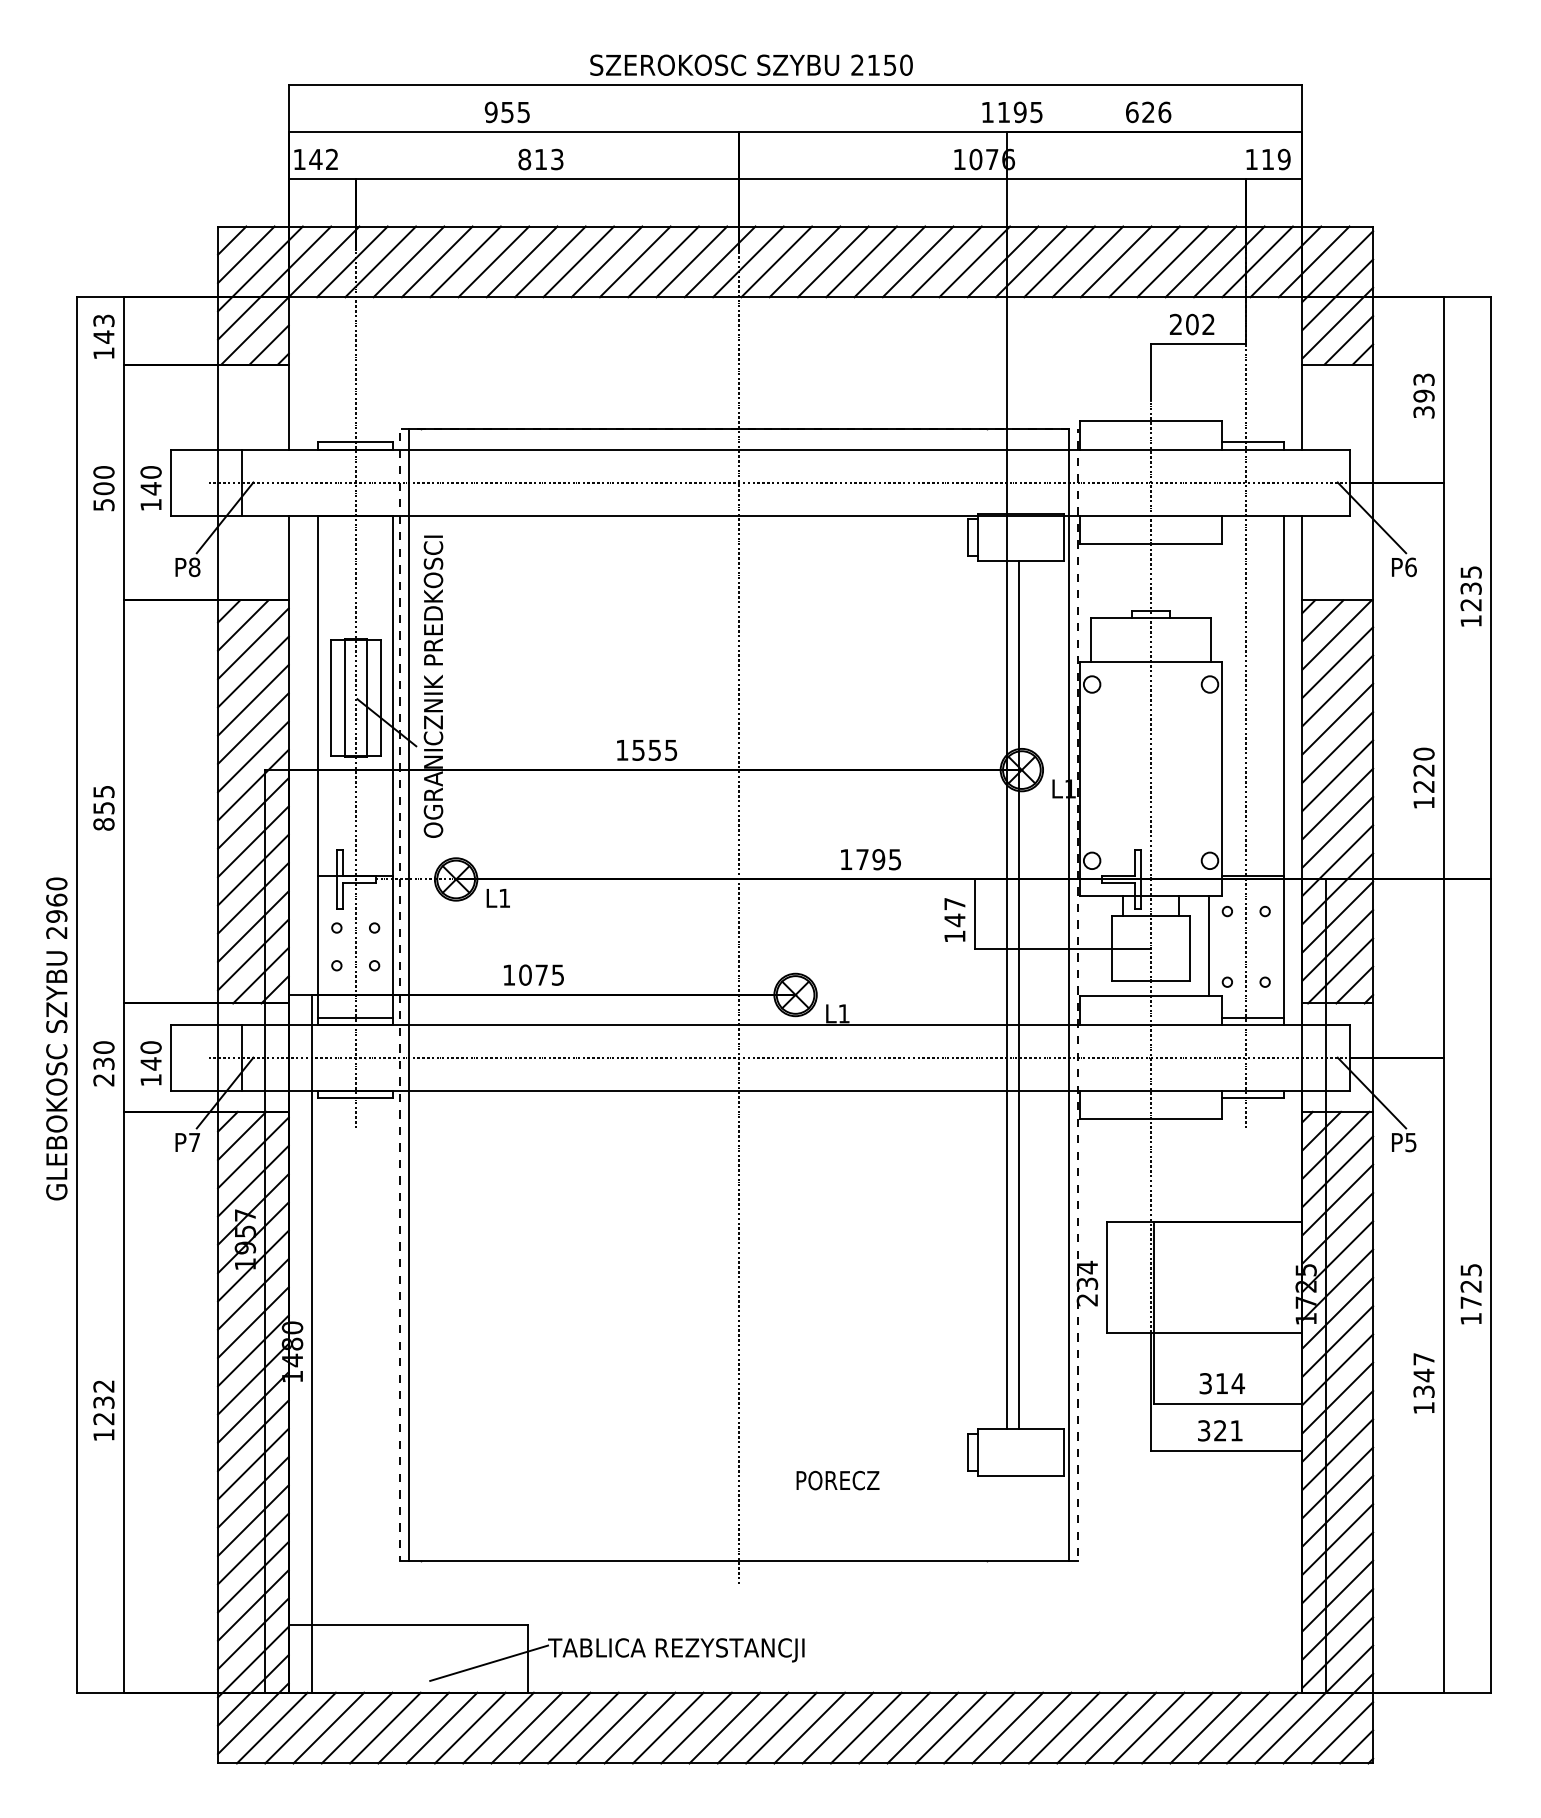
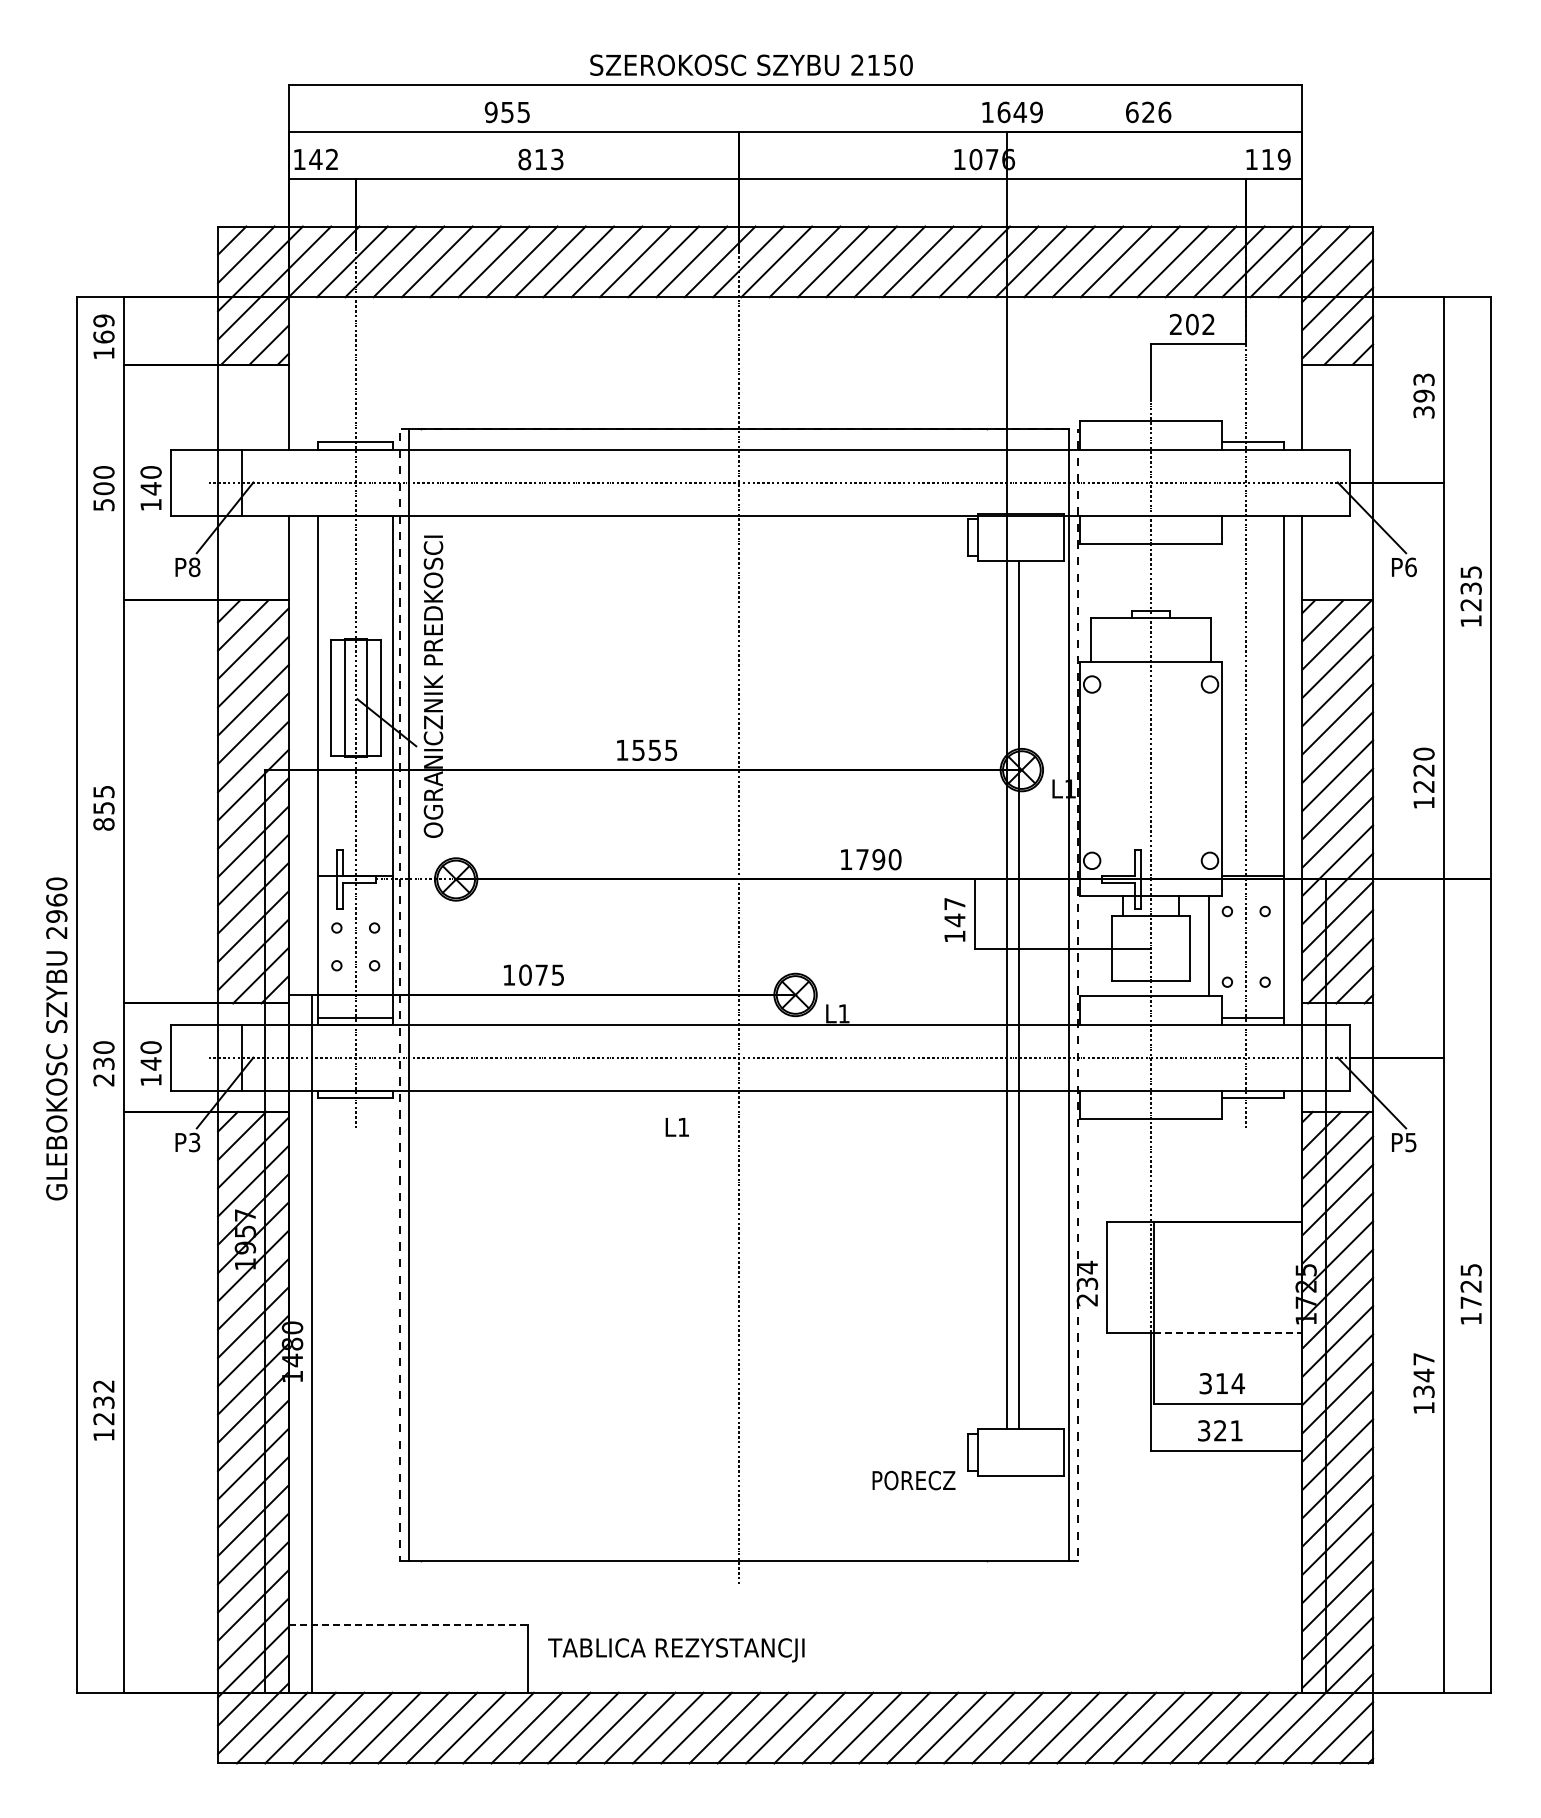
text at (1019, 112): 1195 -> 1649
text at (103, 328): 143 -> 169
text at (894, 859): 1795 -> 1790
text at (497, 898) position: (497, 898) -> (676, 1127)
text at (194, 1142): P7 -> P3
line at (1228, 1332): solid -> dashed
text at (837, 1480) position: (837, 1480) -> (913, 1480)
line at (408, 1625): solid -> dashed
line at (489, 1662): present -> none
